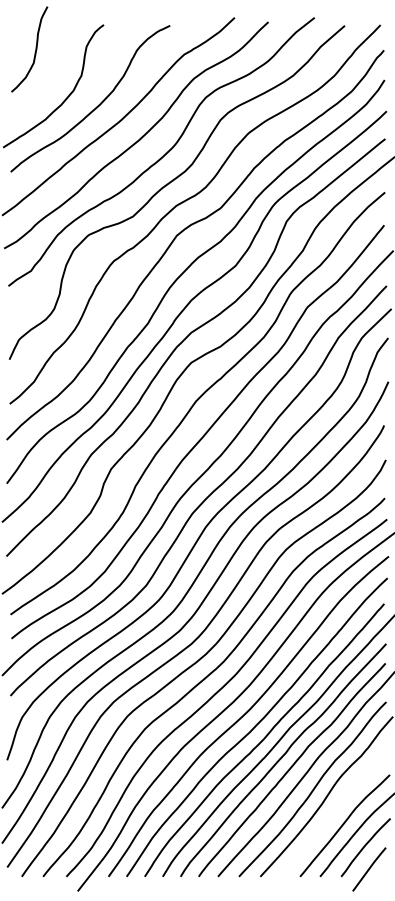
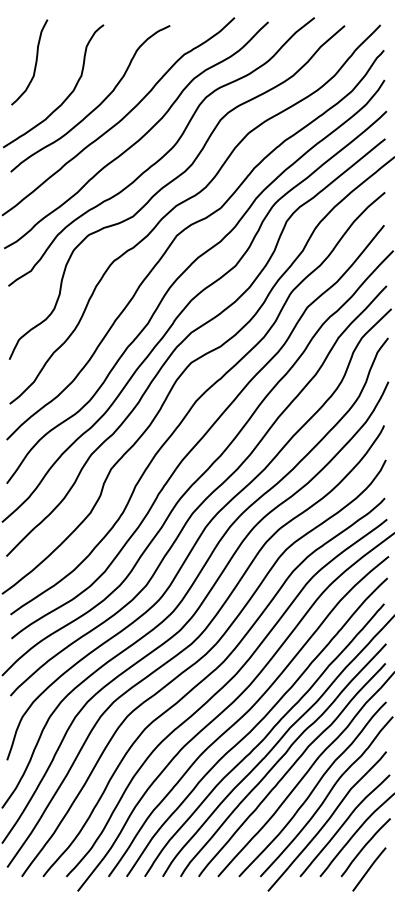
curve at (34, 52) position: (34, 52) -> (34, 65)
curve at (326, 821): none -> present
